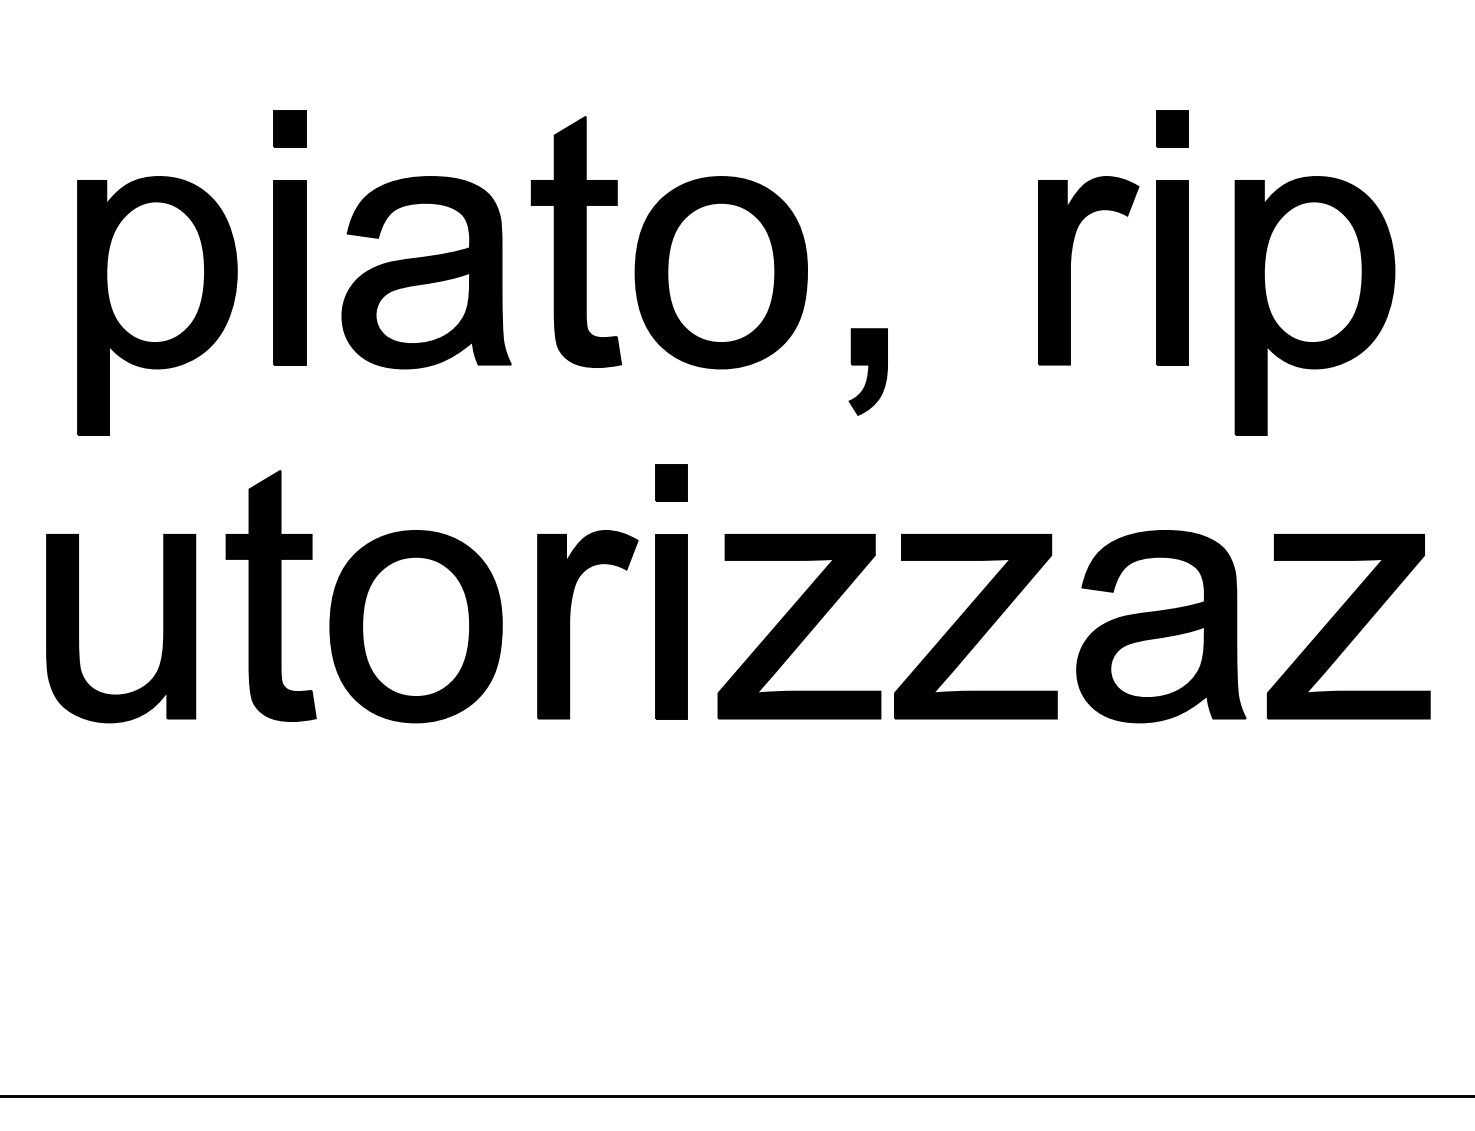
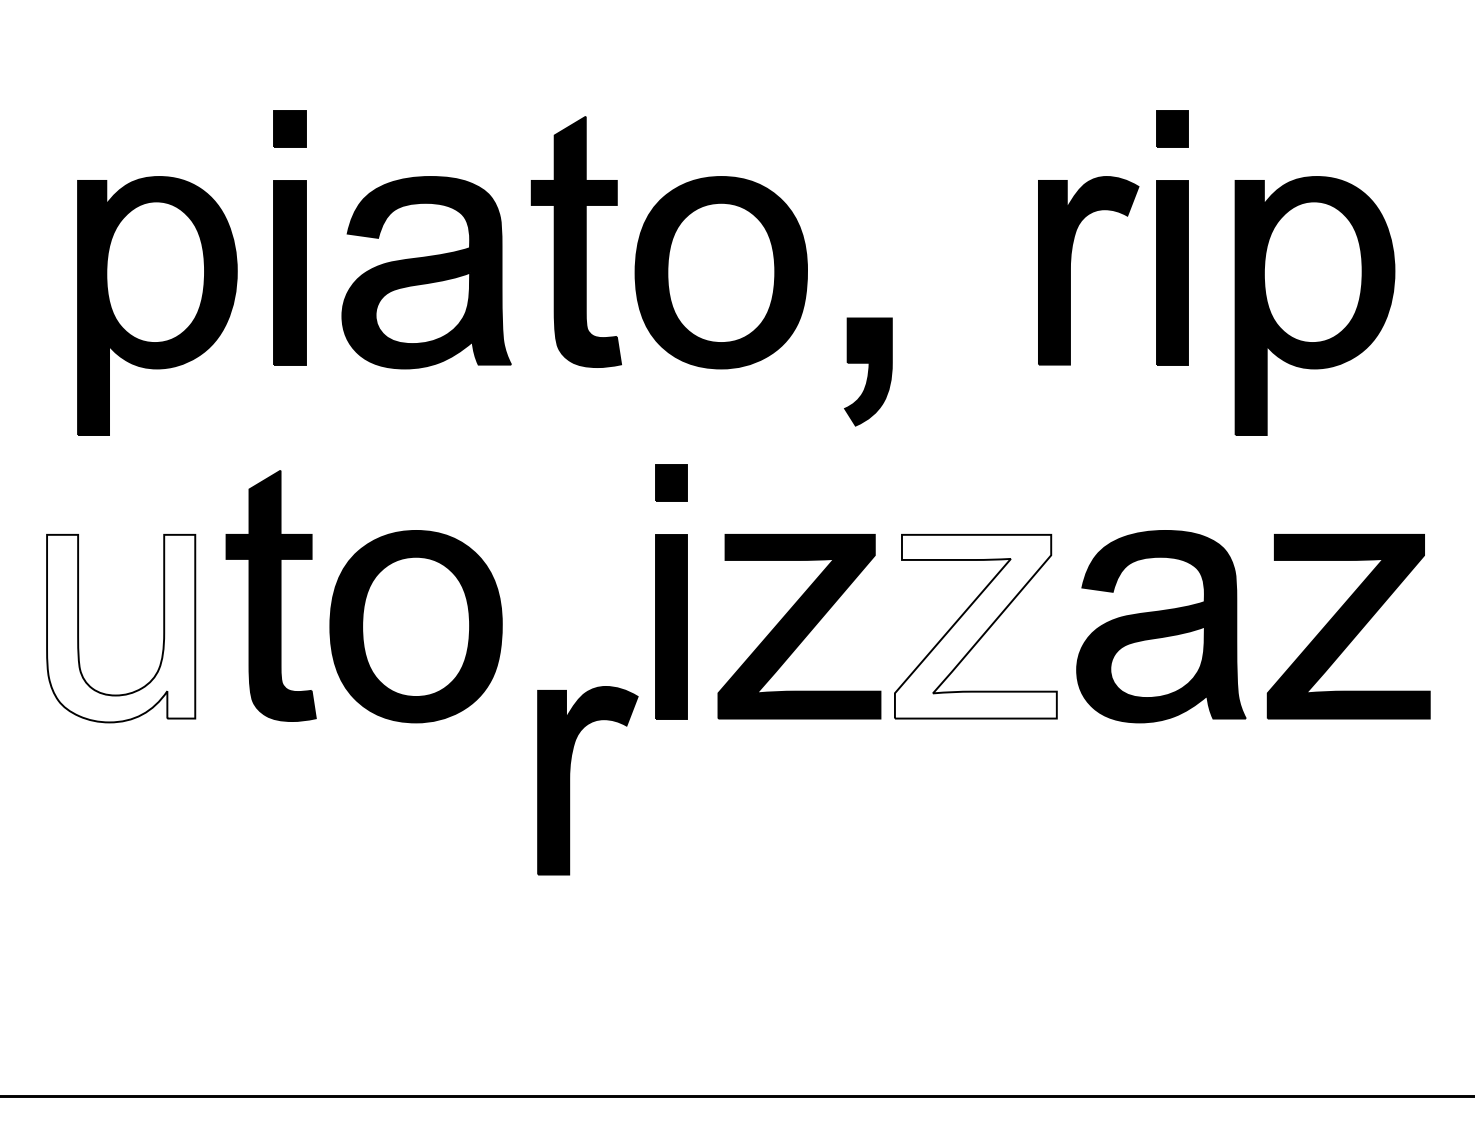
part at (867, 371) size: 40x88 px -> 49x110 px
part at (570, 624) position: (570, 624) -> (570, 780)
fill at (975, 626): present -> none
fill at (121, 628): present -> none
